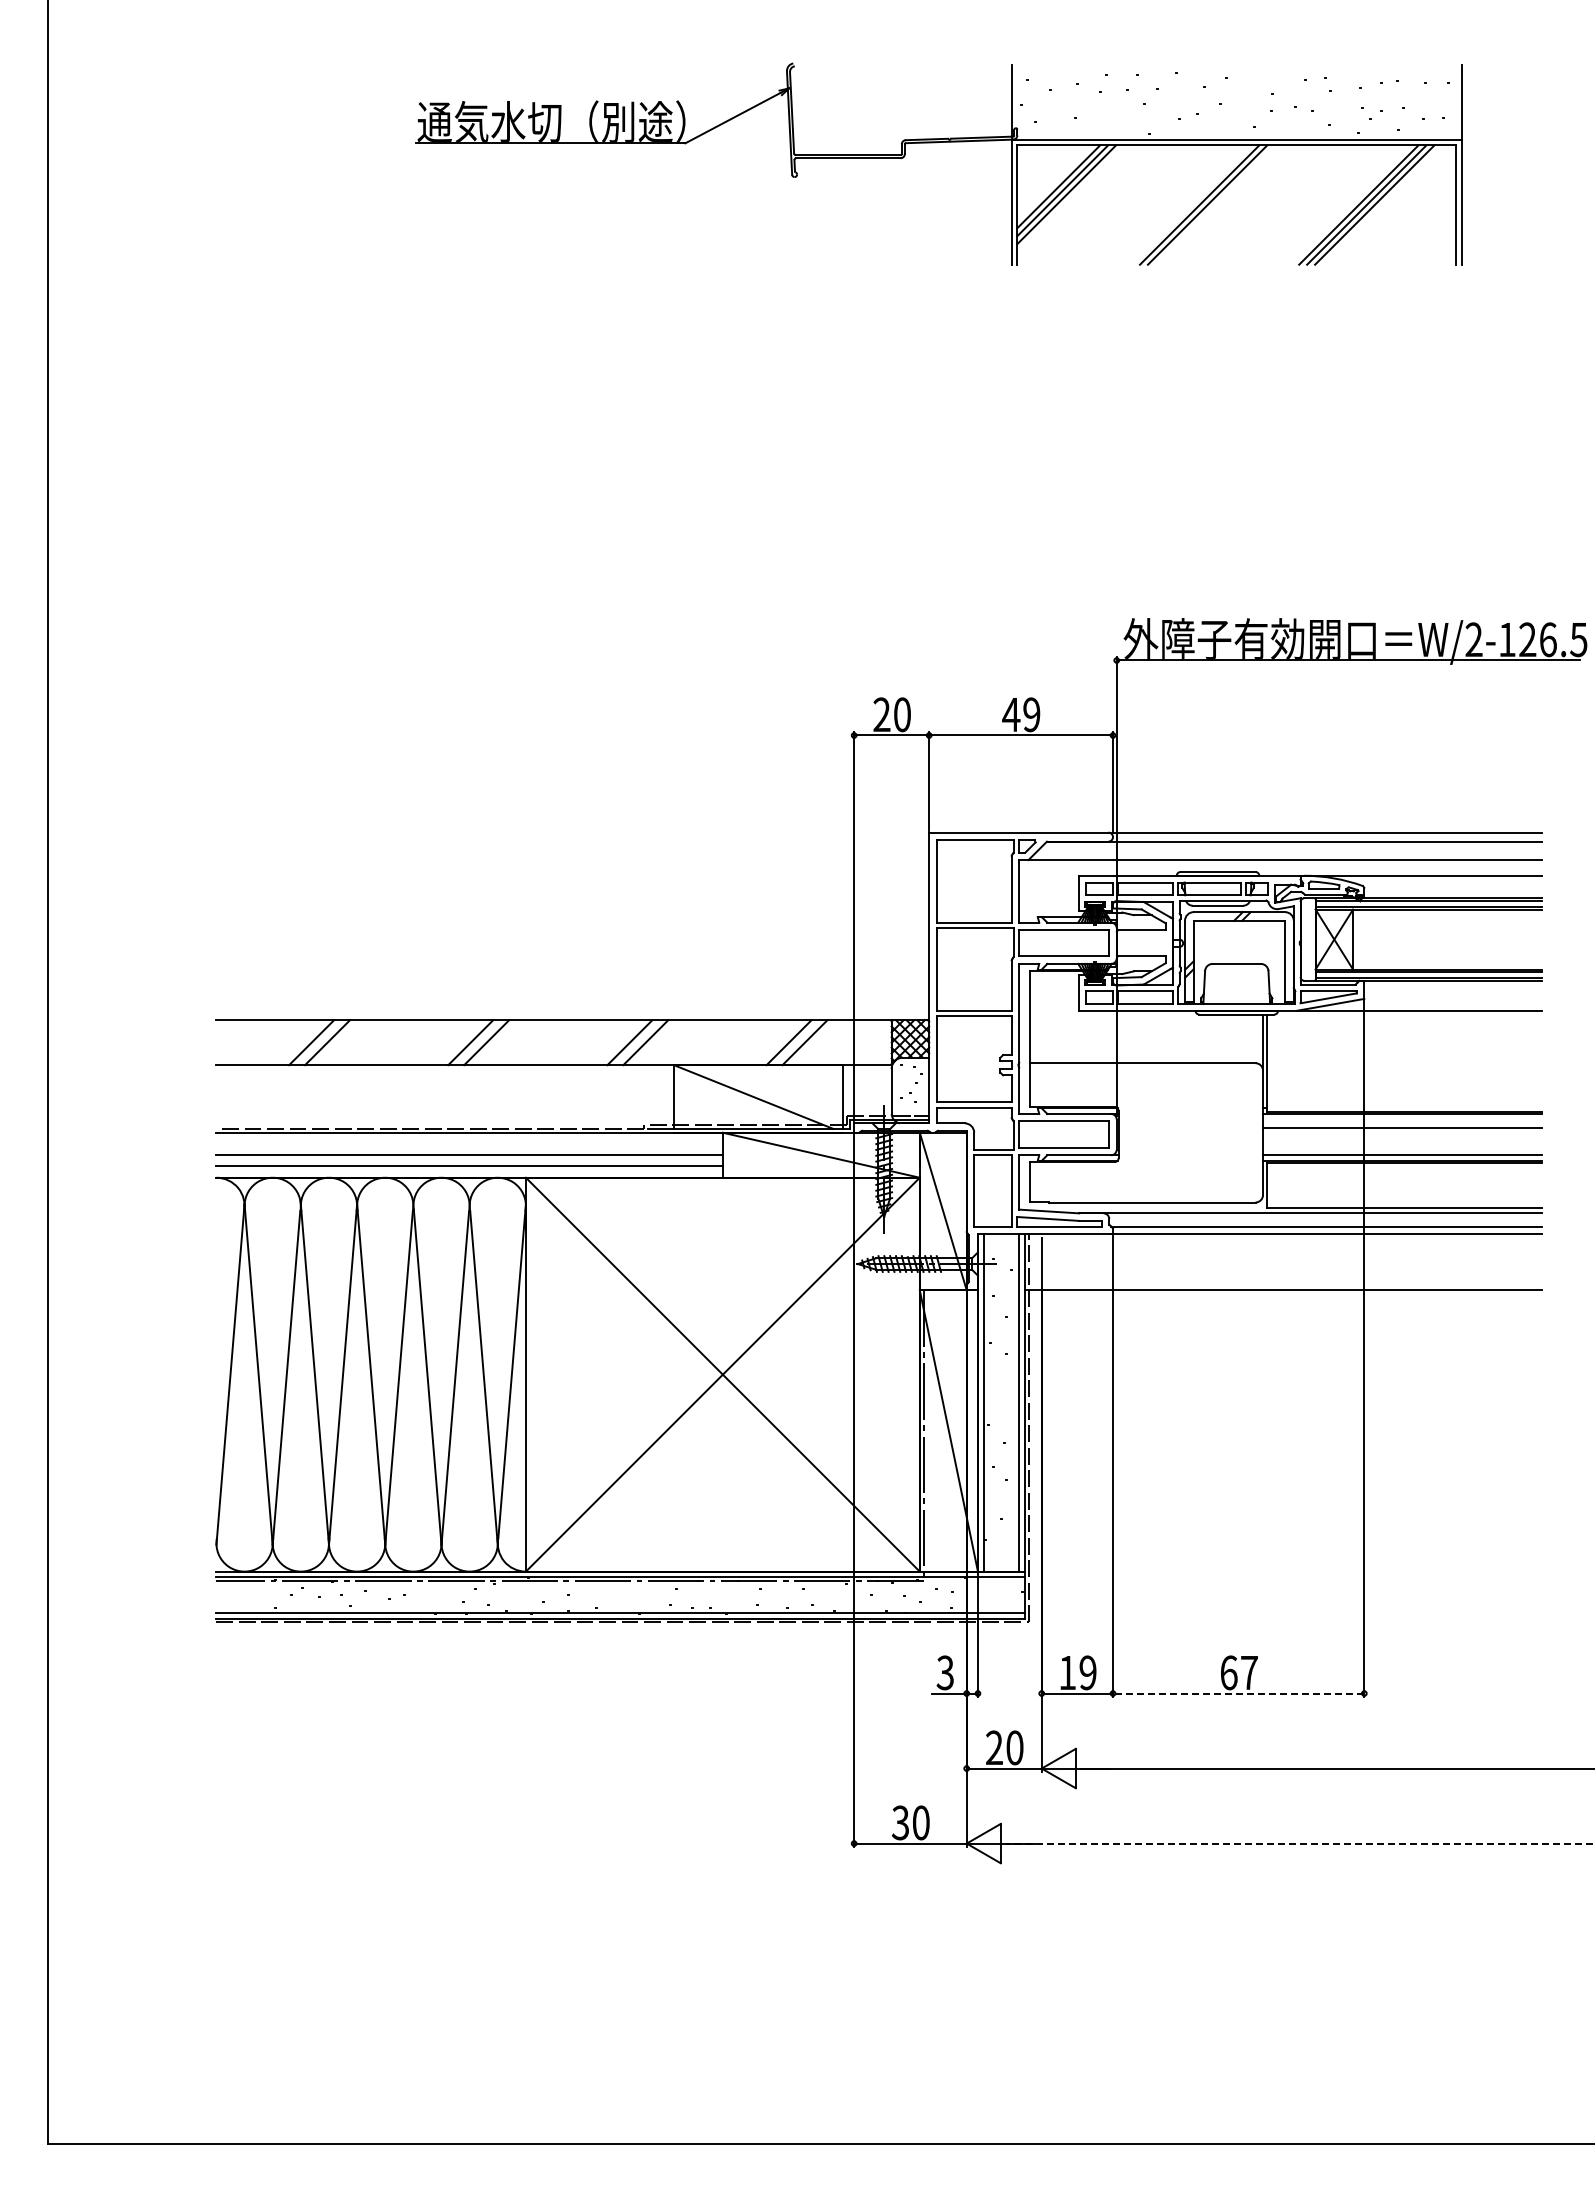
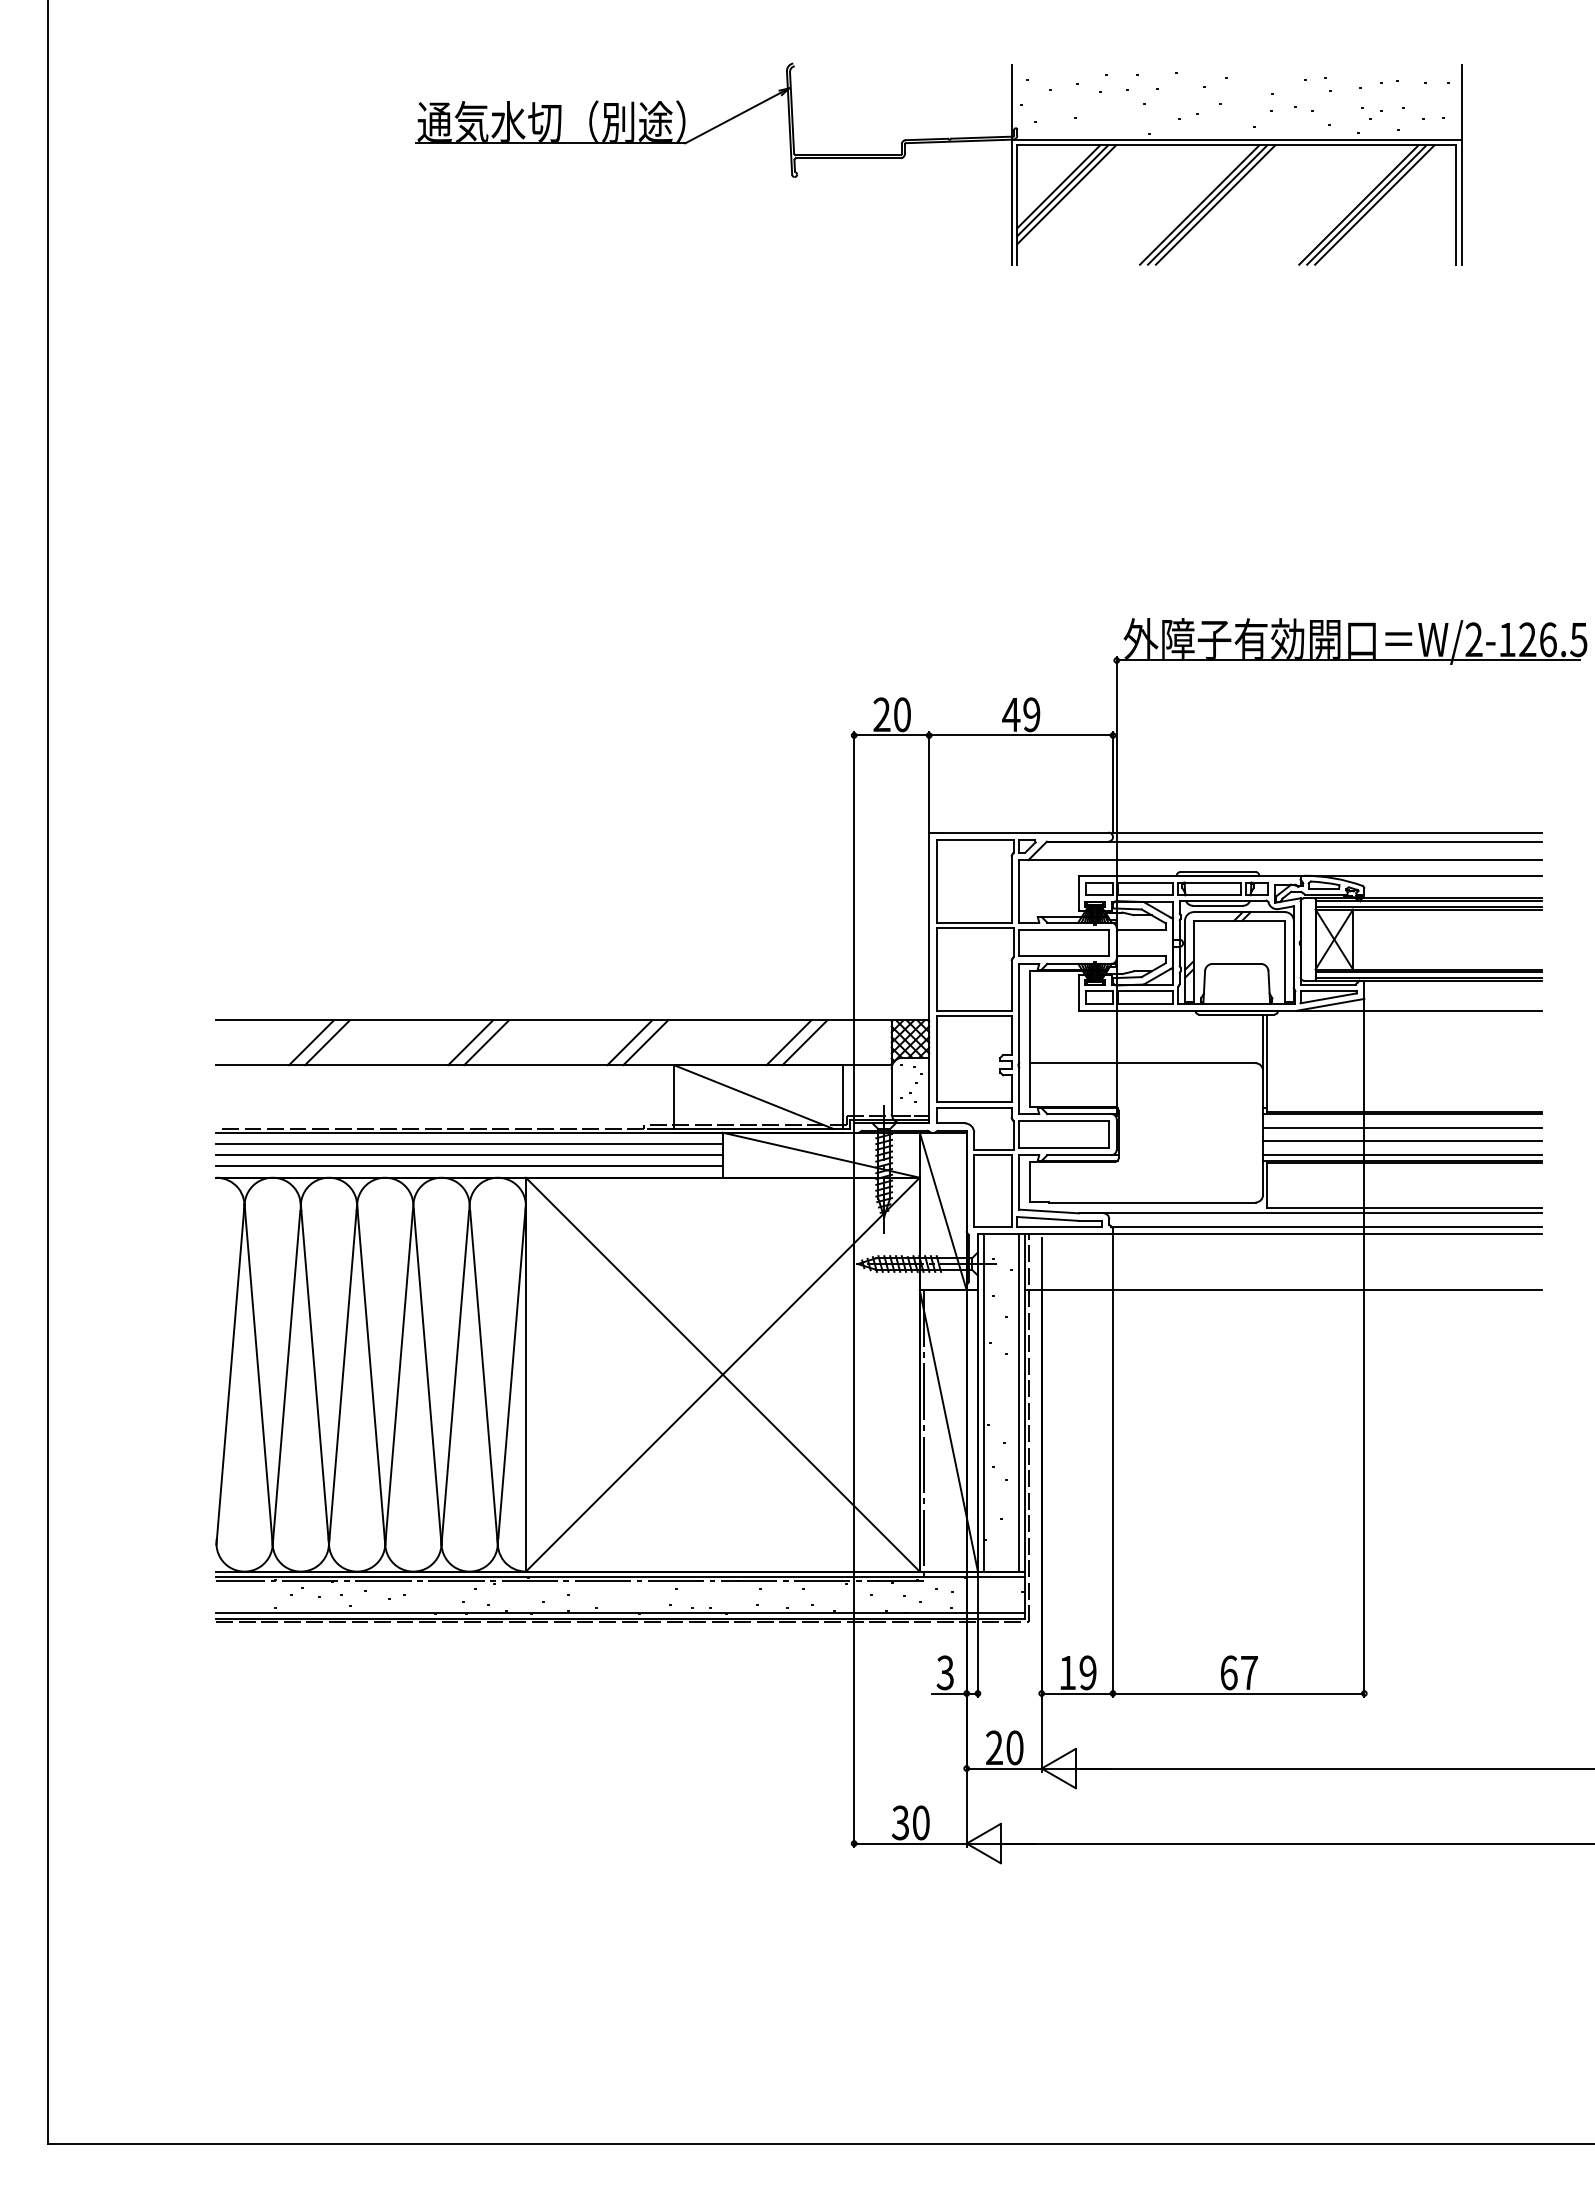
line at (1215, 204): none -> present
line at (1402, 1140): none -> present
line at (469, 1143): none -> present
line at (1238, 1693): dashed -> solid
line at (1300, 1843): dashed -> solid
